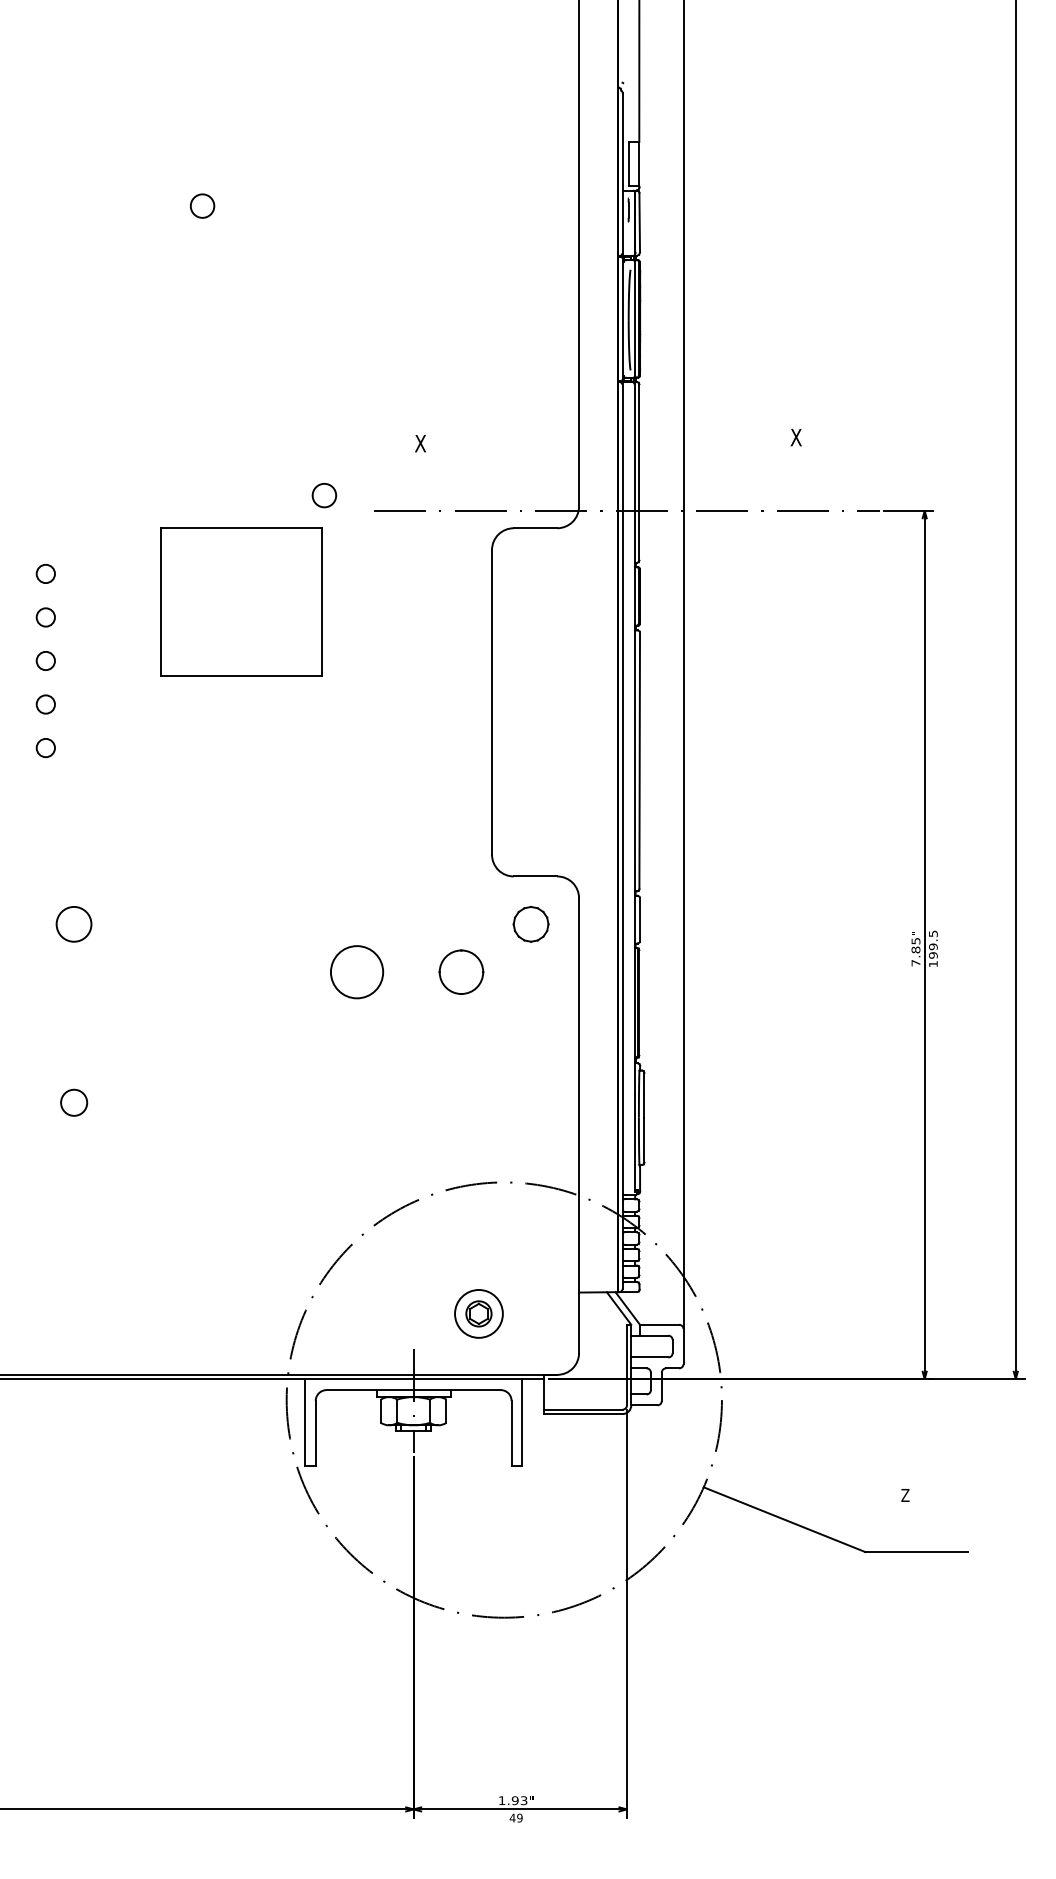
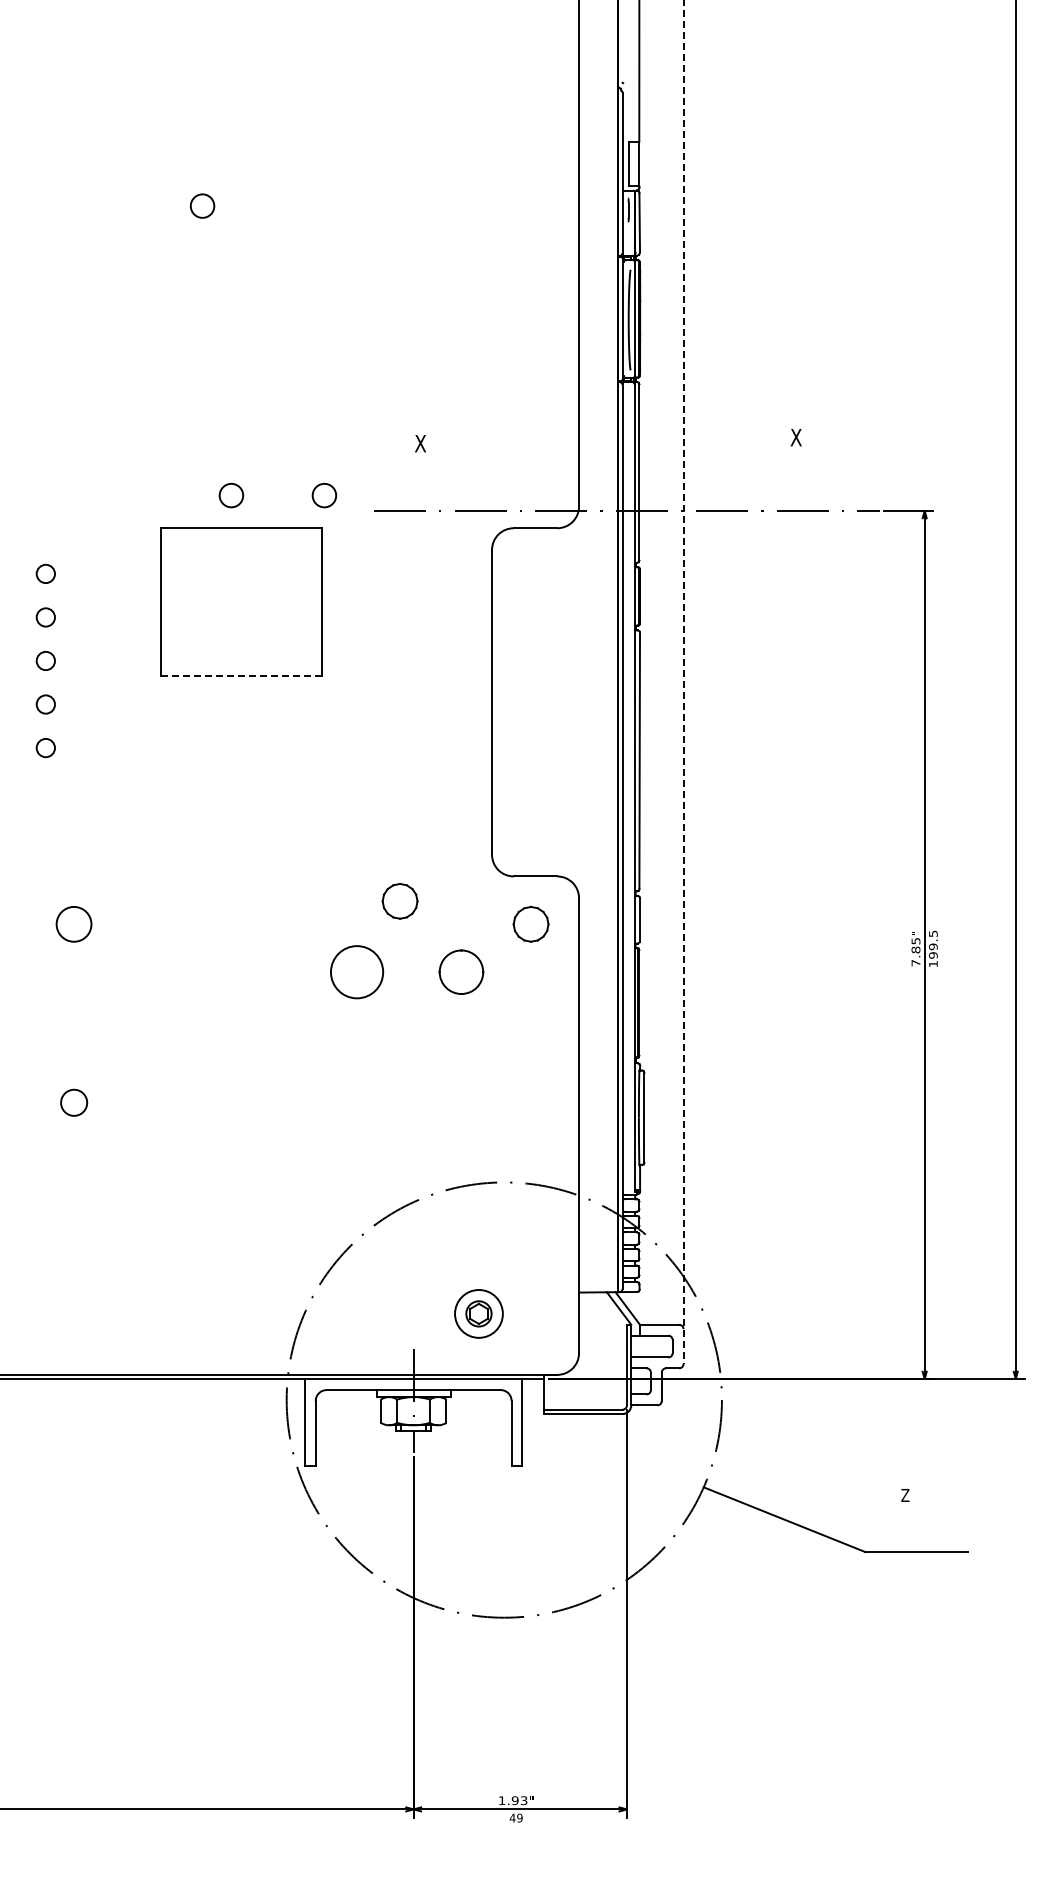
circle at (231, 495): none -> present
line at (241, 676): solid -> dashed
line at (683, 682): solid -> dashed
part at (399, 901): none -> present
